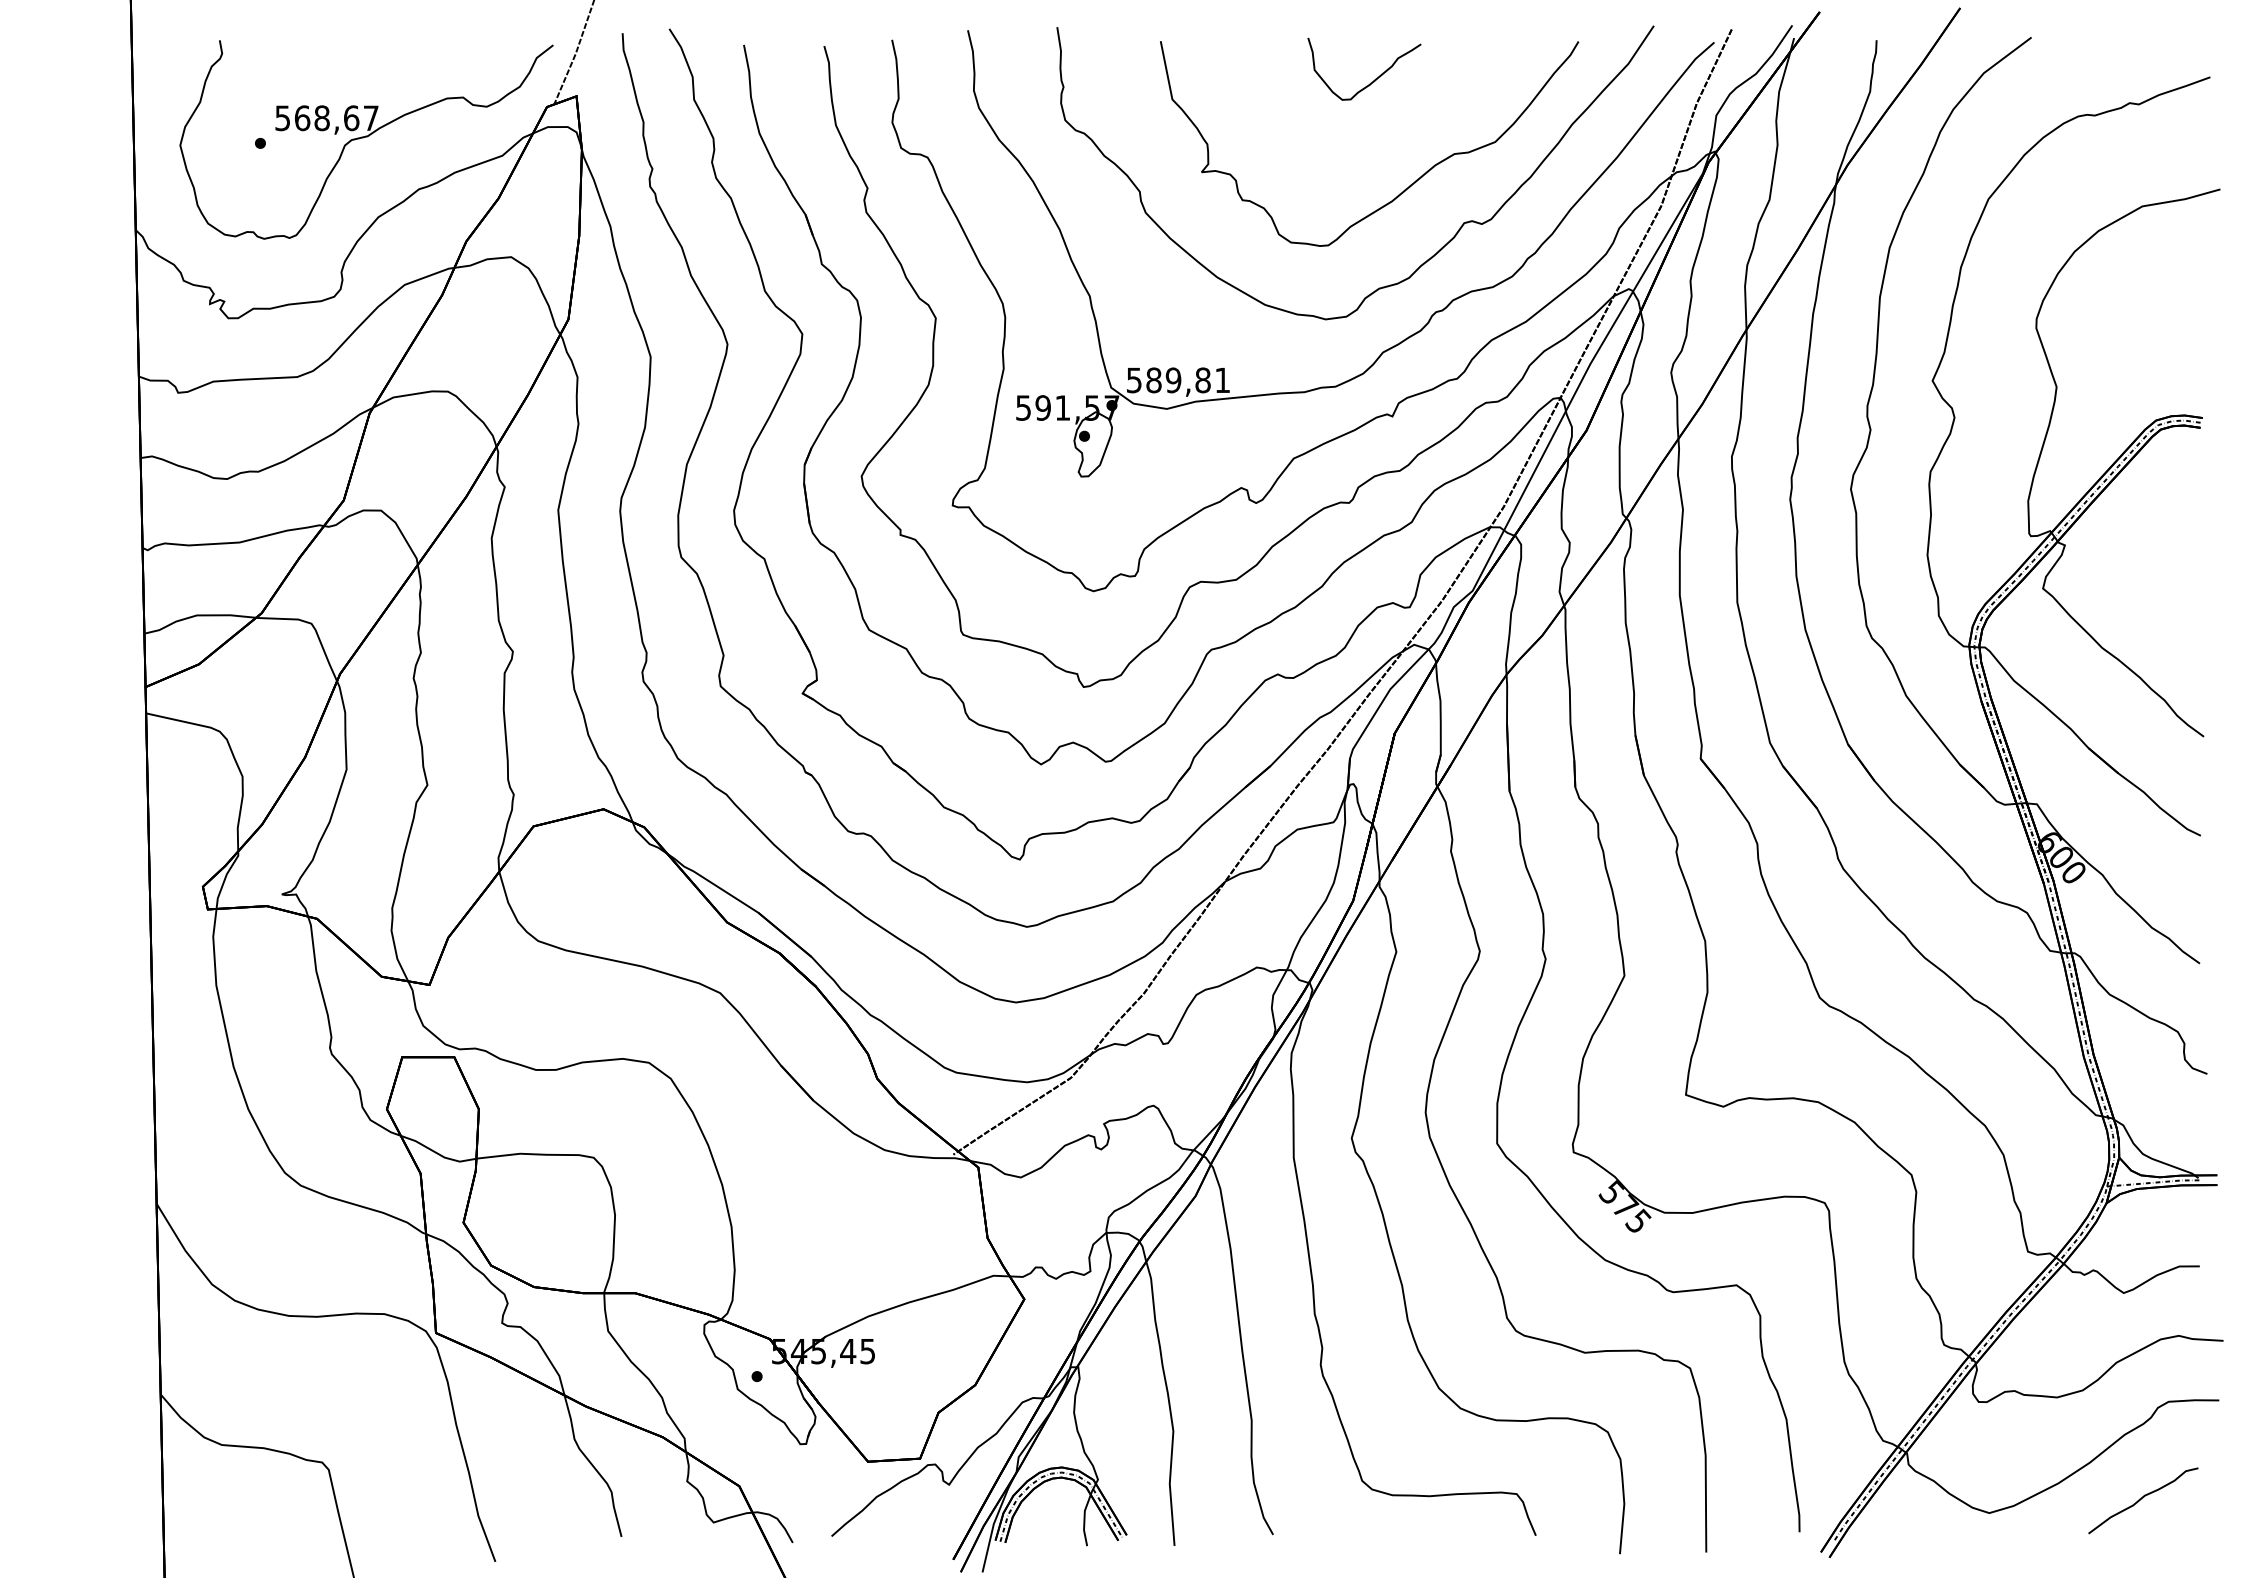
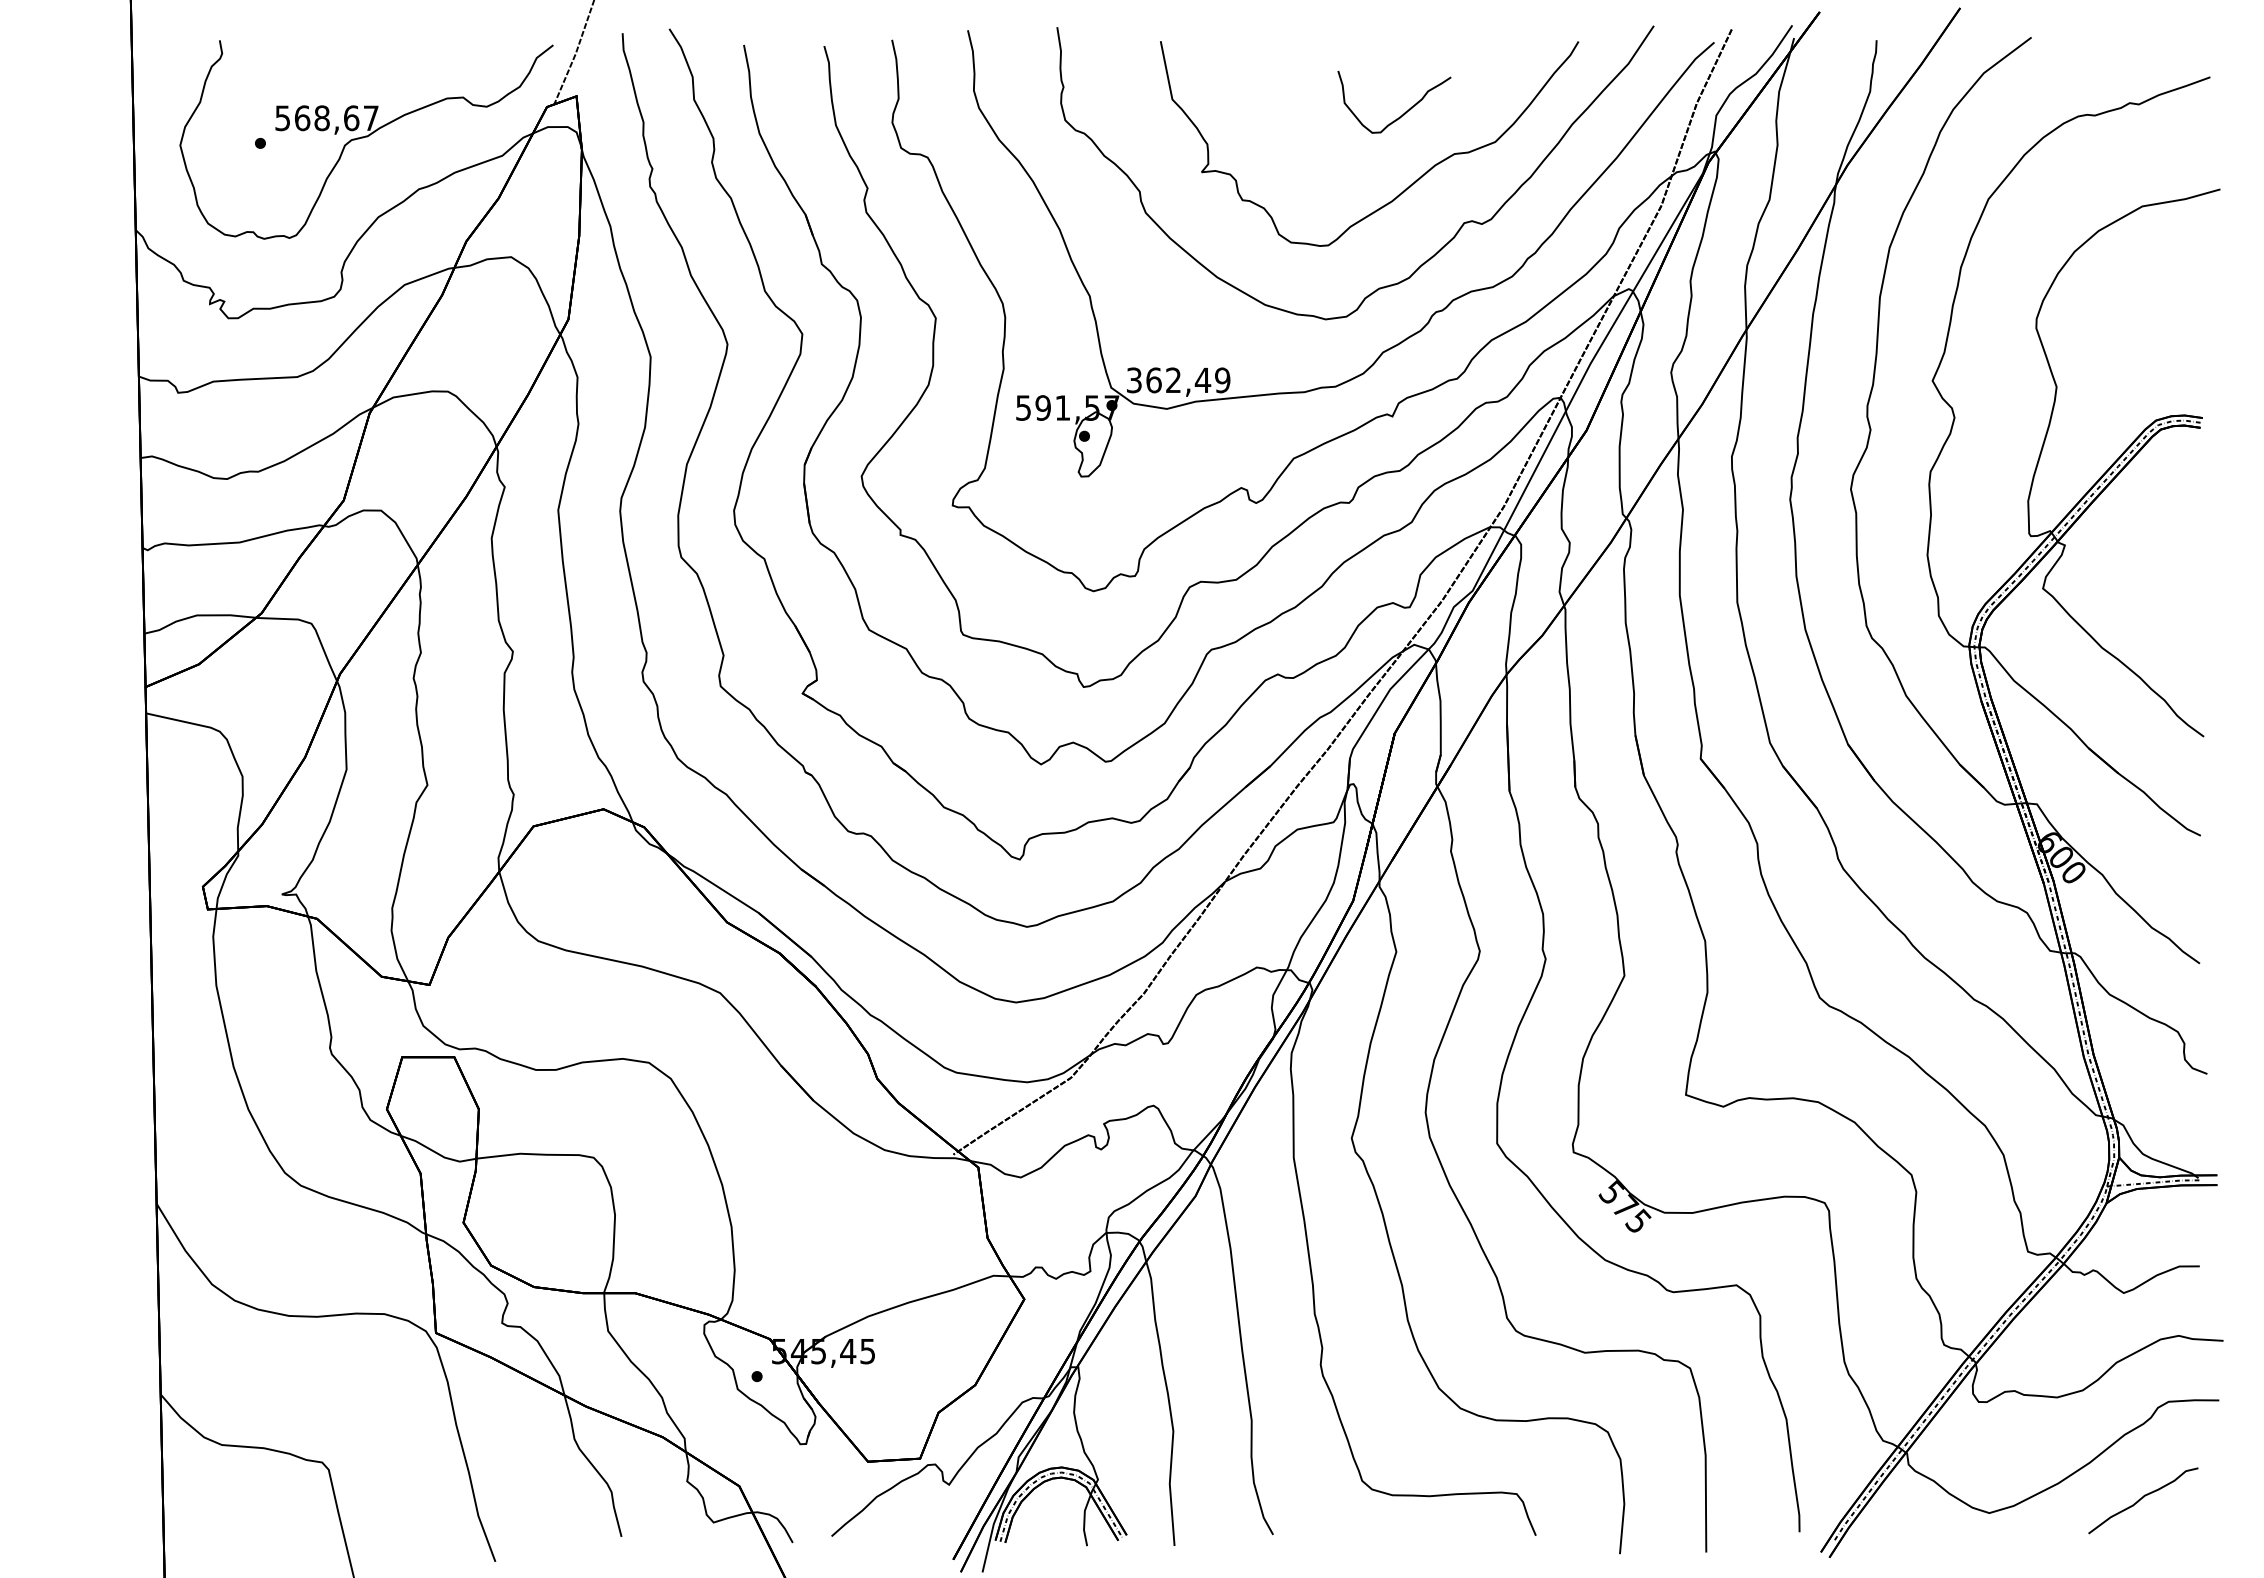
curve at (1375, 78) position: (1375, 78) -> (1405, 111)
text at (1178, 380): 589,81 -> 362,49
